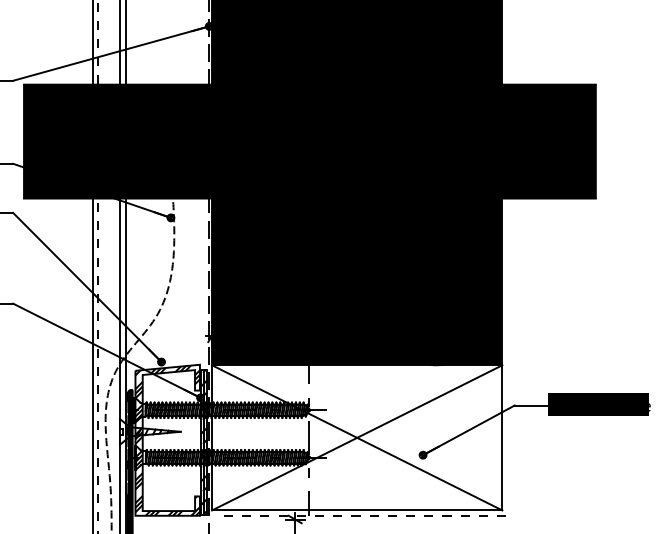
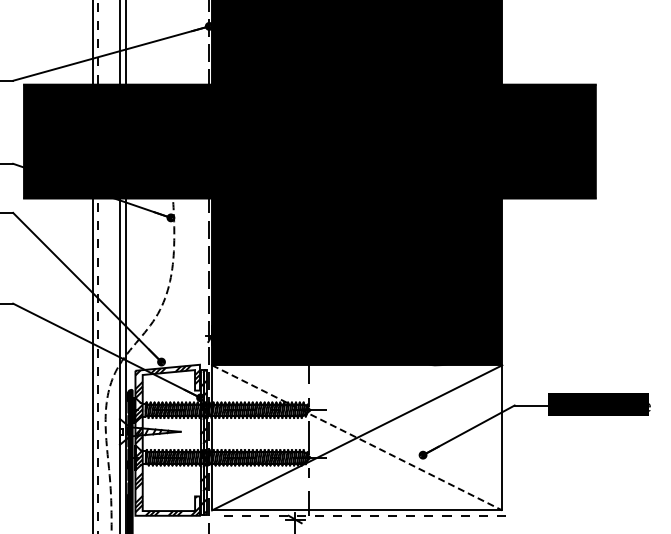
line at (357, 438): solid -> dashed
